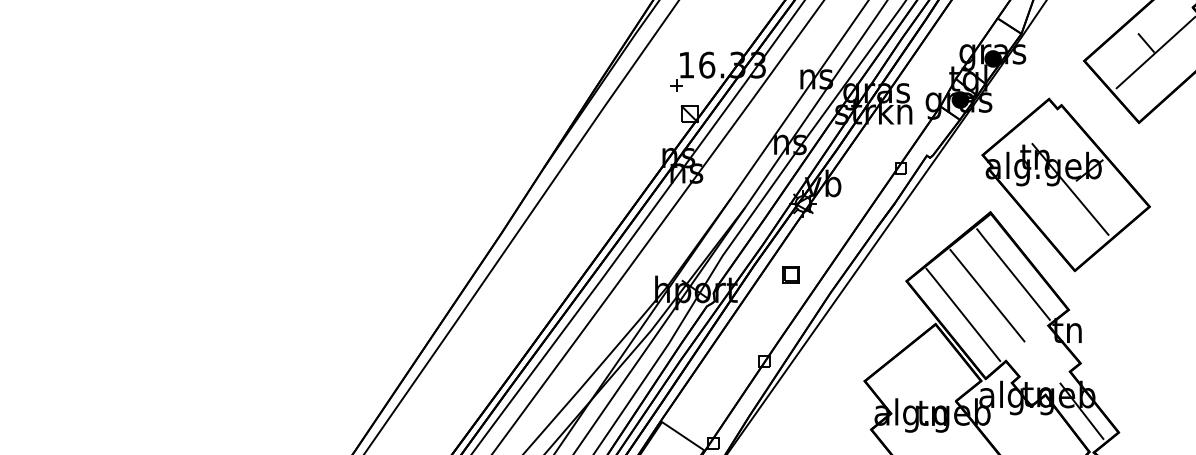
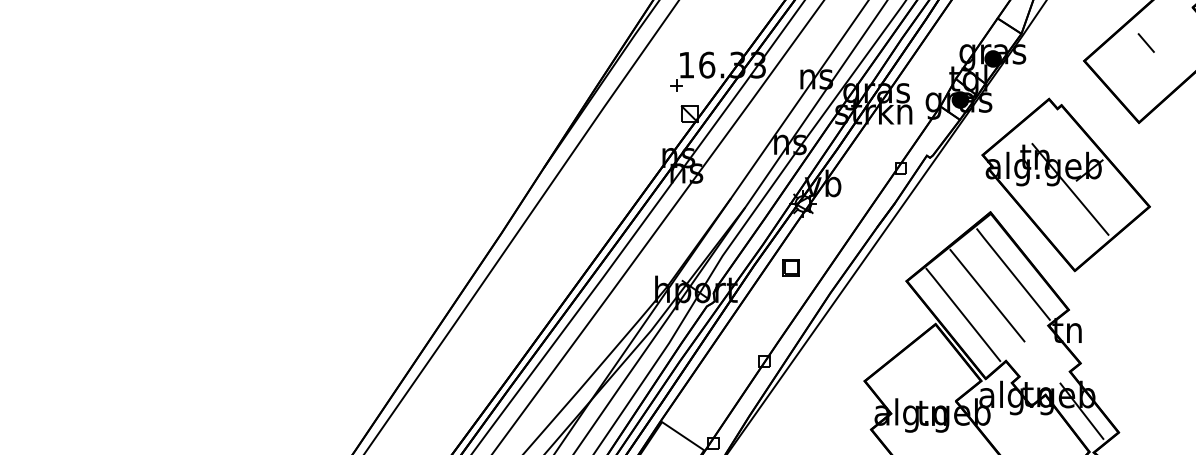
line at (1154, 53): present -> none
part at (790, 274) position: (790, 274) -> (790, 267)
